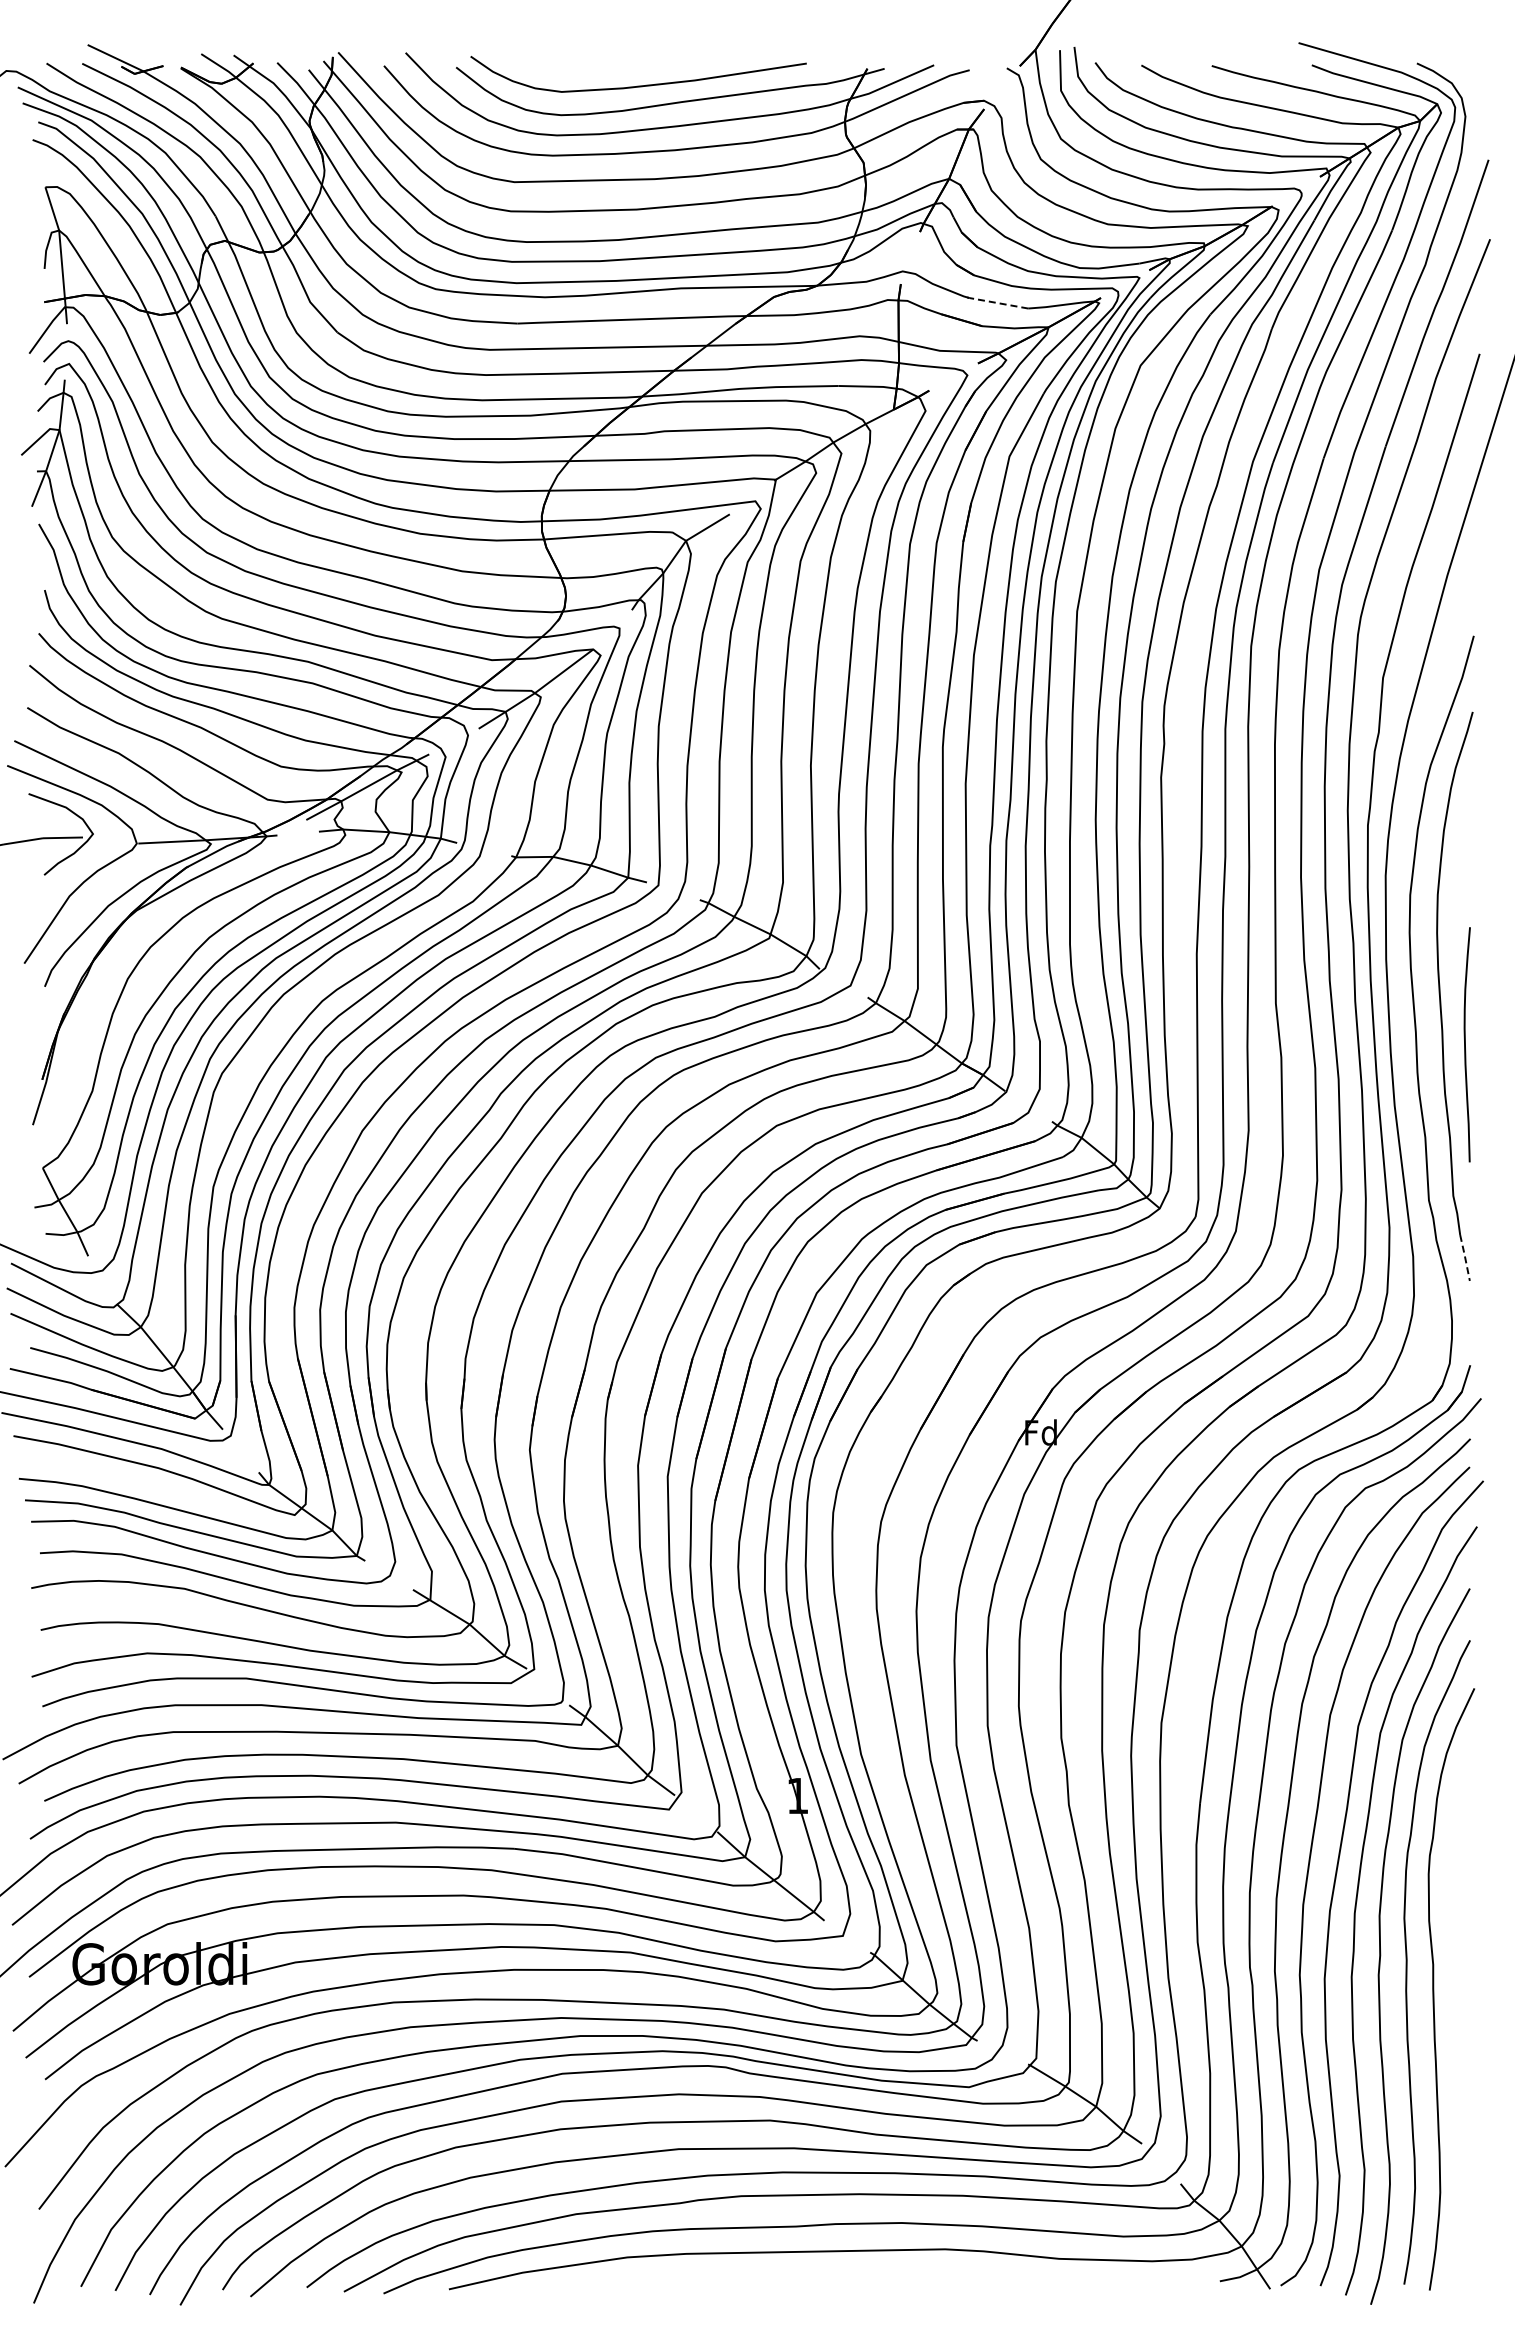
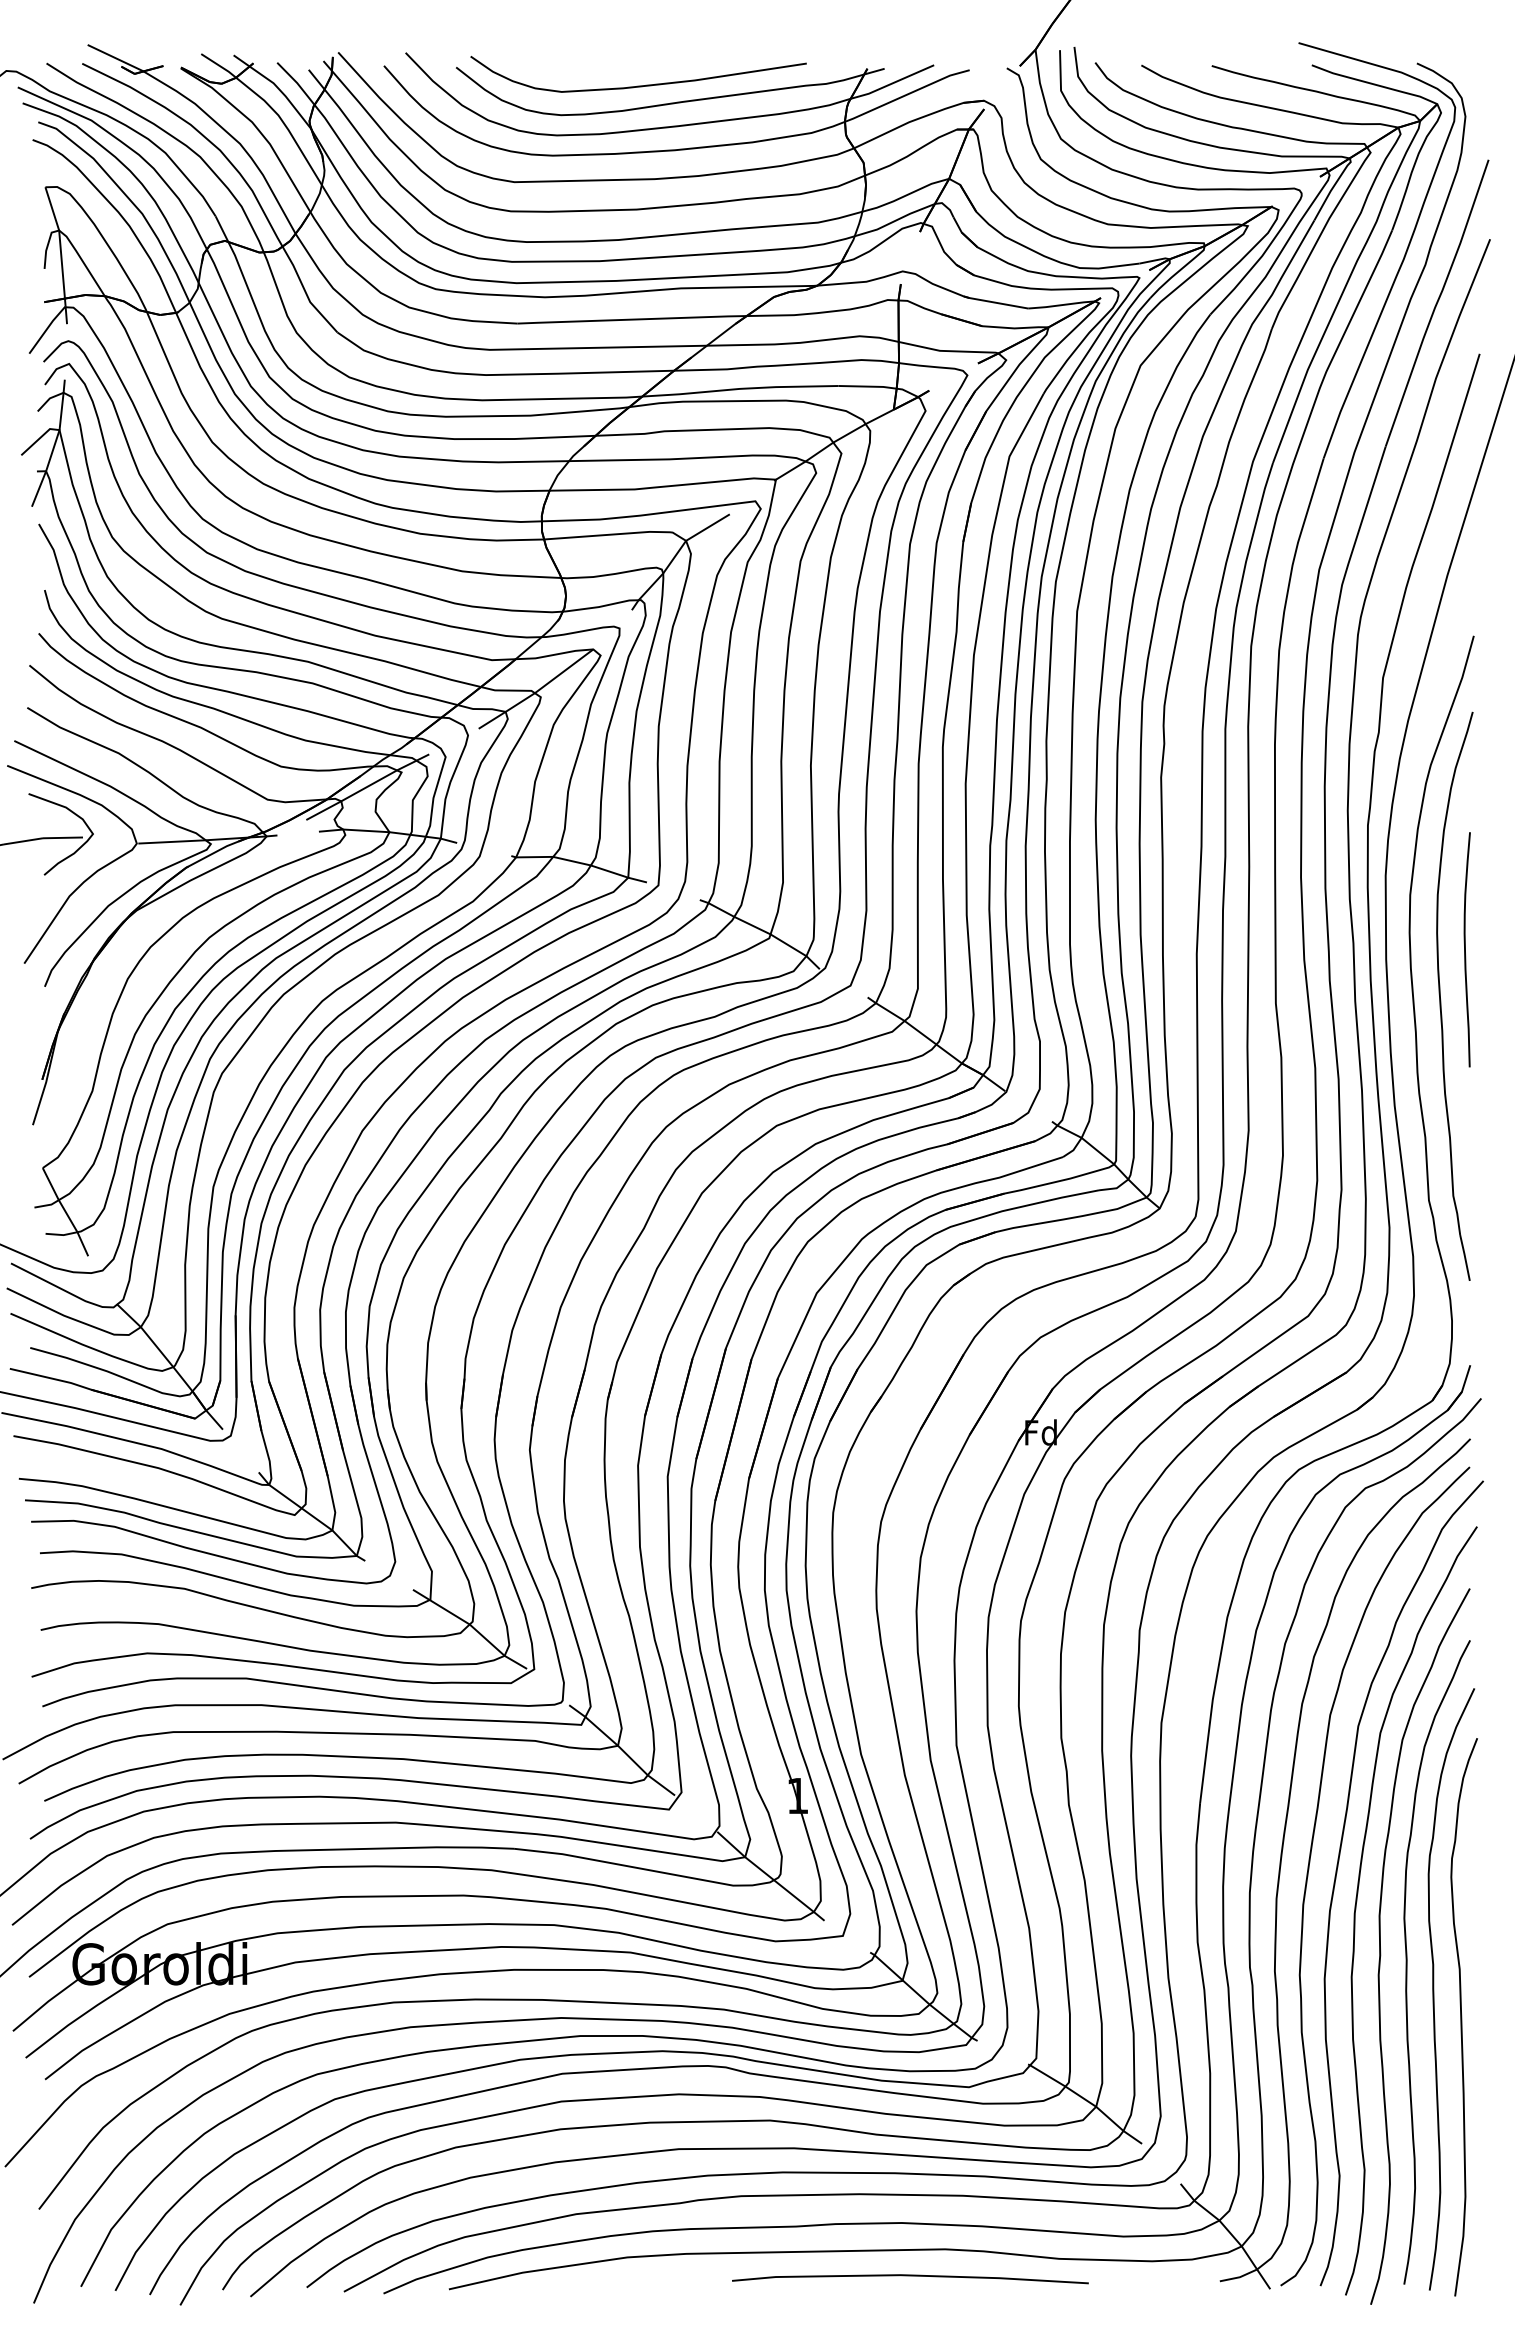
line at (994, 302): dashed -> solid
curve at (1465, 1044) position: (1465, 1044) -> (1465, 949)
line at (1465, 1257): dashed -> solid
curve at (1462, 2017): none -> present
line at (910, 2276): none -> present
